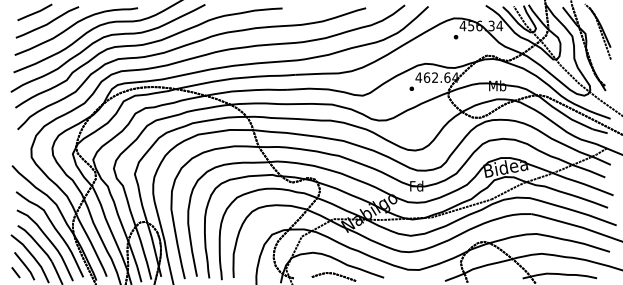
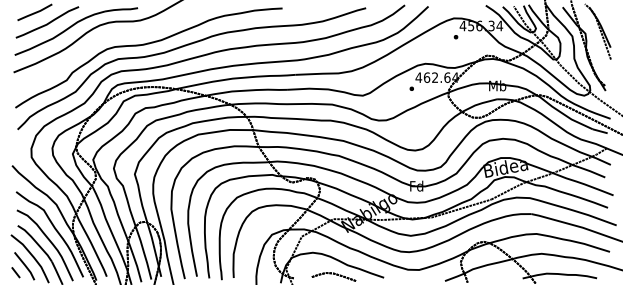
curve at (100, 40): present -> none
